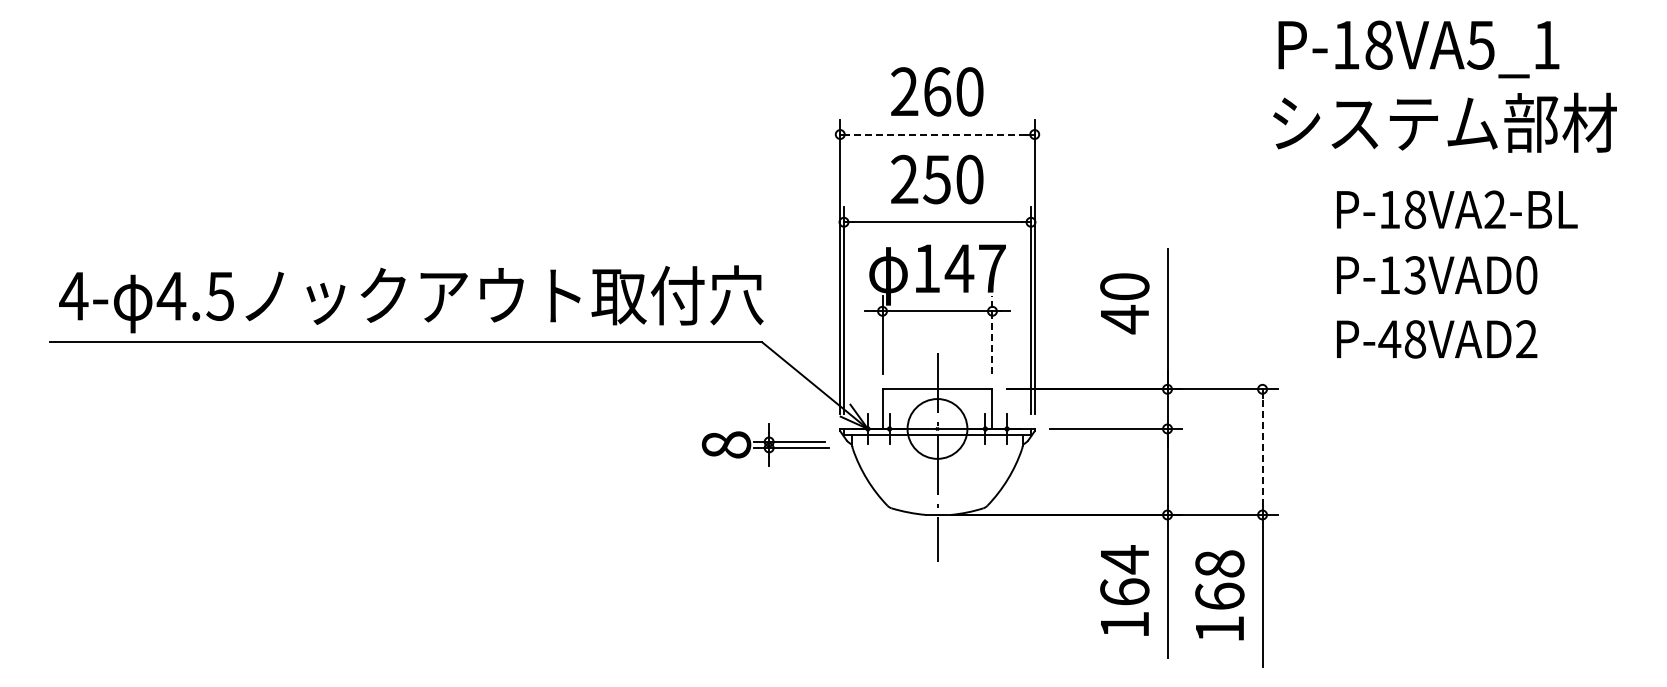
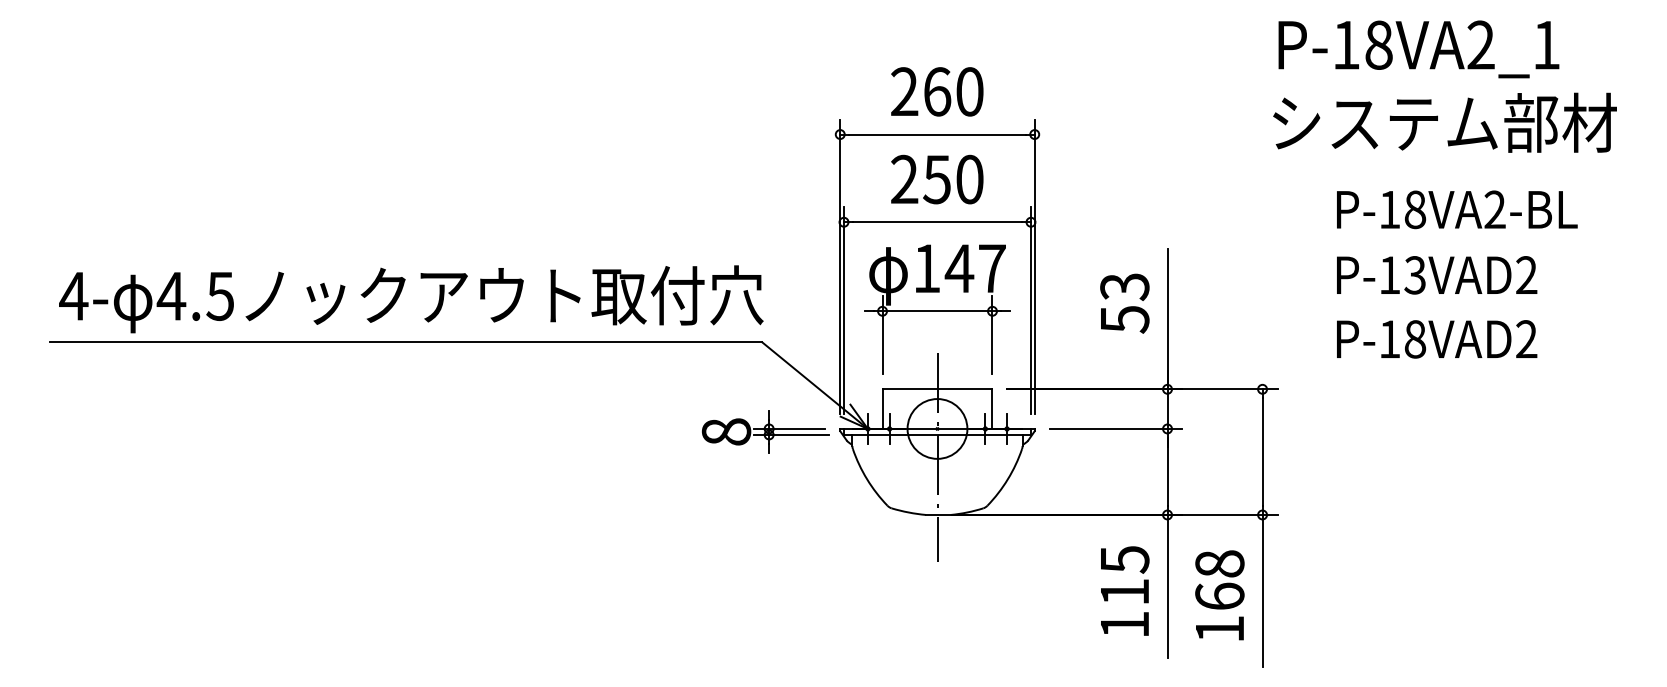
text at (1480, 44): P-18VA5_1 -> P-18VA2_1
line at (937, 134): dashed -> solid
text at (1526, 275): P-13VAD0 -> P-13VAD2
text at (1124, 303): 40 -> 53
line at (992, 334): dashed -> solid
text at (1389, 338): P-48VAD2 -> P-18VAD2
part at (765, 444) position: (765, 444) -> (765, 431)
line at (1262, 452): dashed -> solid
text at (1124, 575): 164 -> 115
